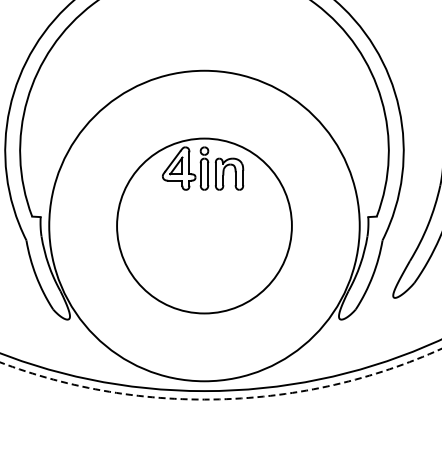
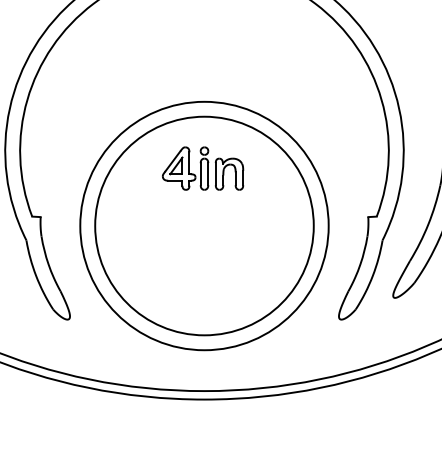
circle at (204, 225) diameter: 175 px -> 219 px
circle at (204, 225) diameter: 311 px -> 248 px
circle at (220, 373): dashed -> solid
